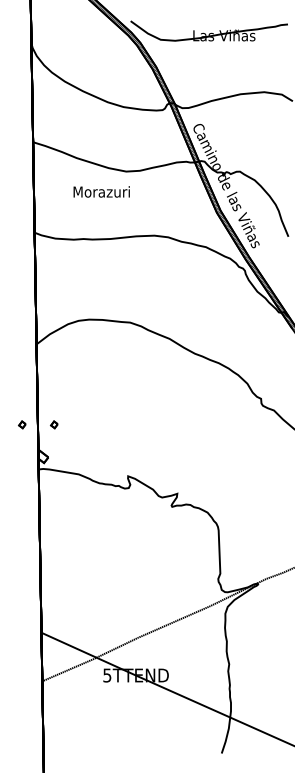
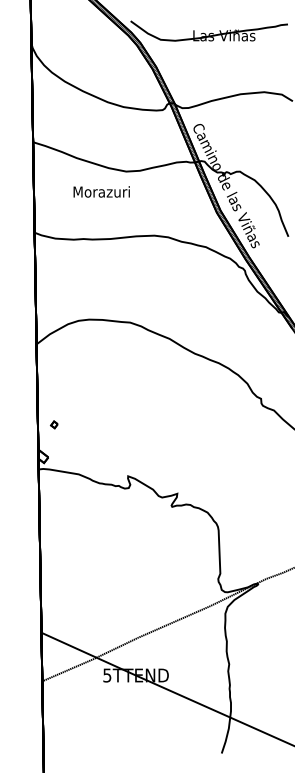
part at (22, 424): present -> none
